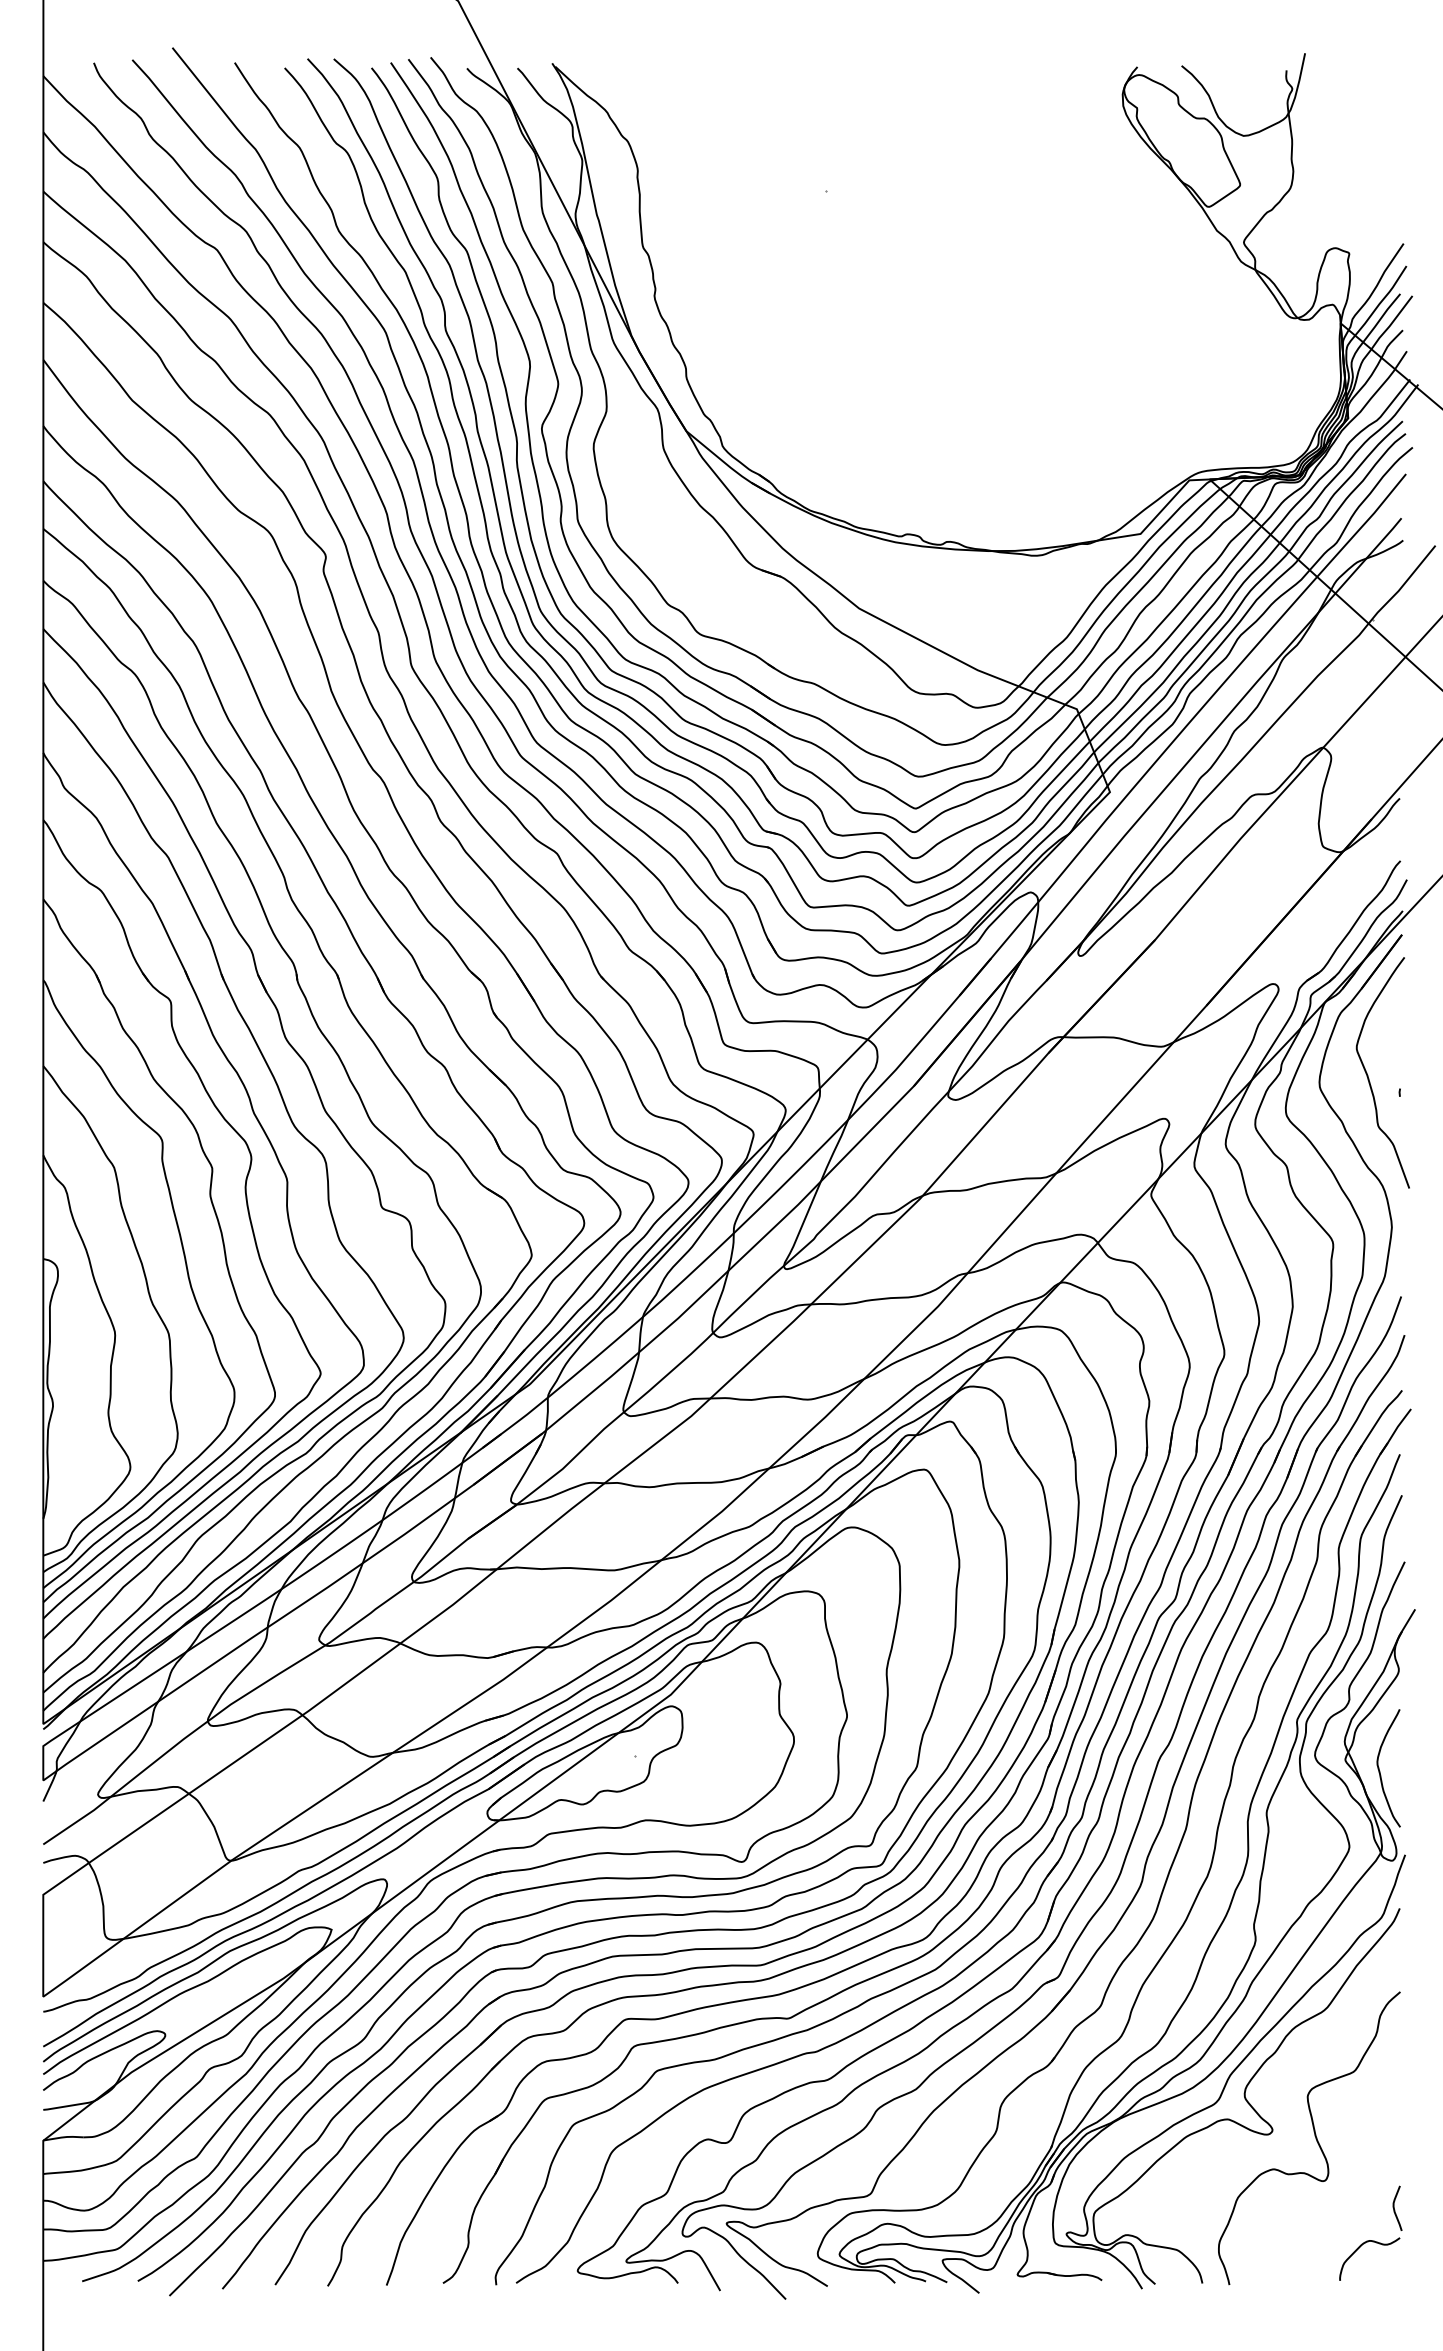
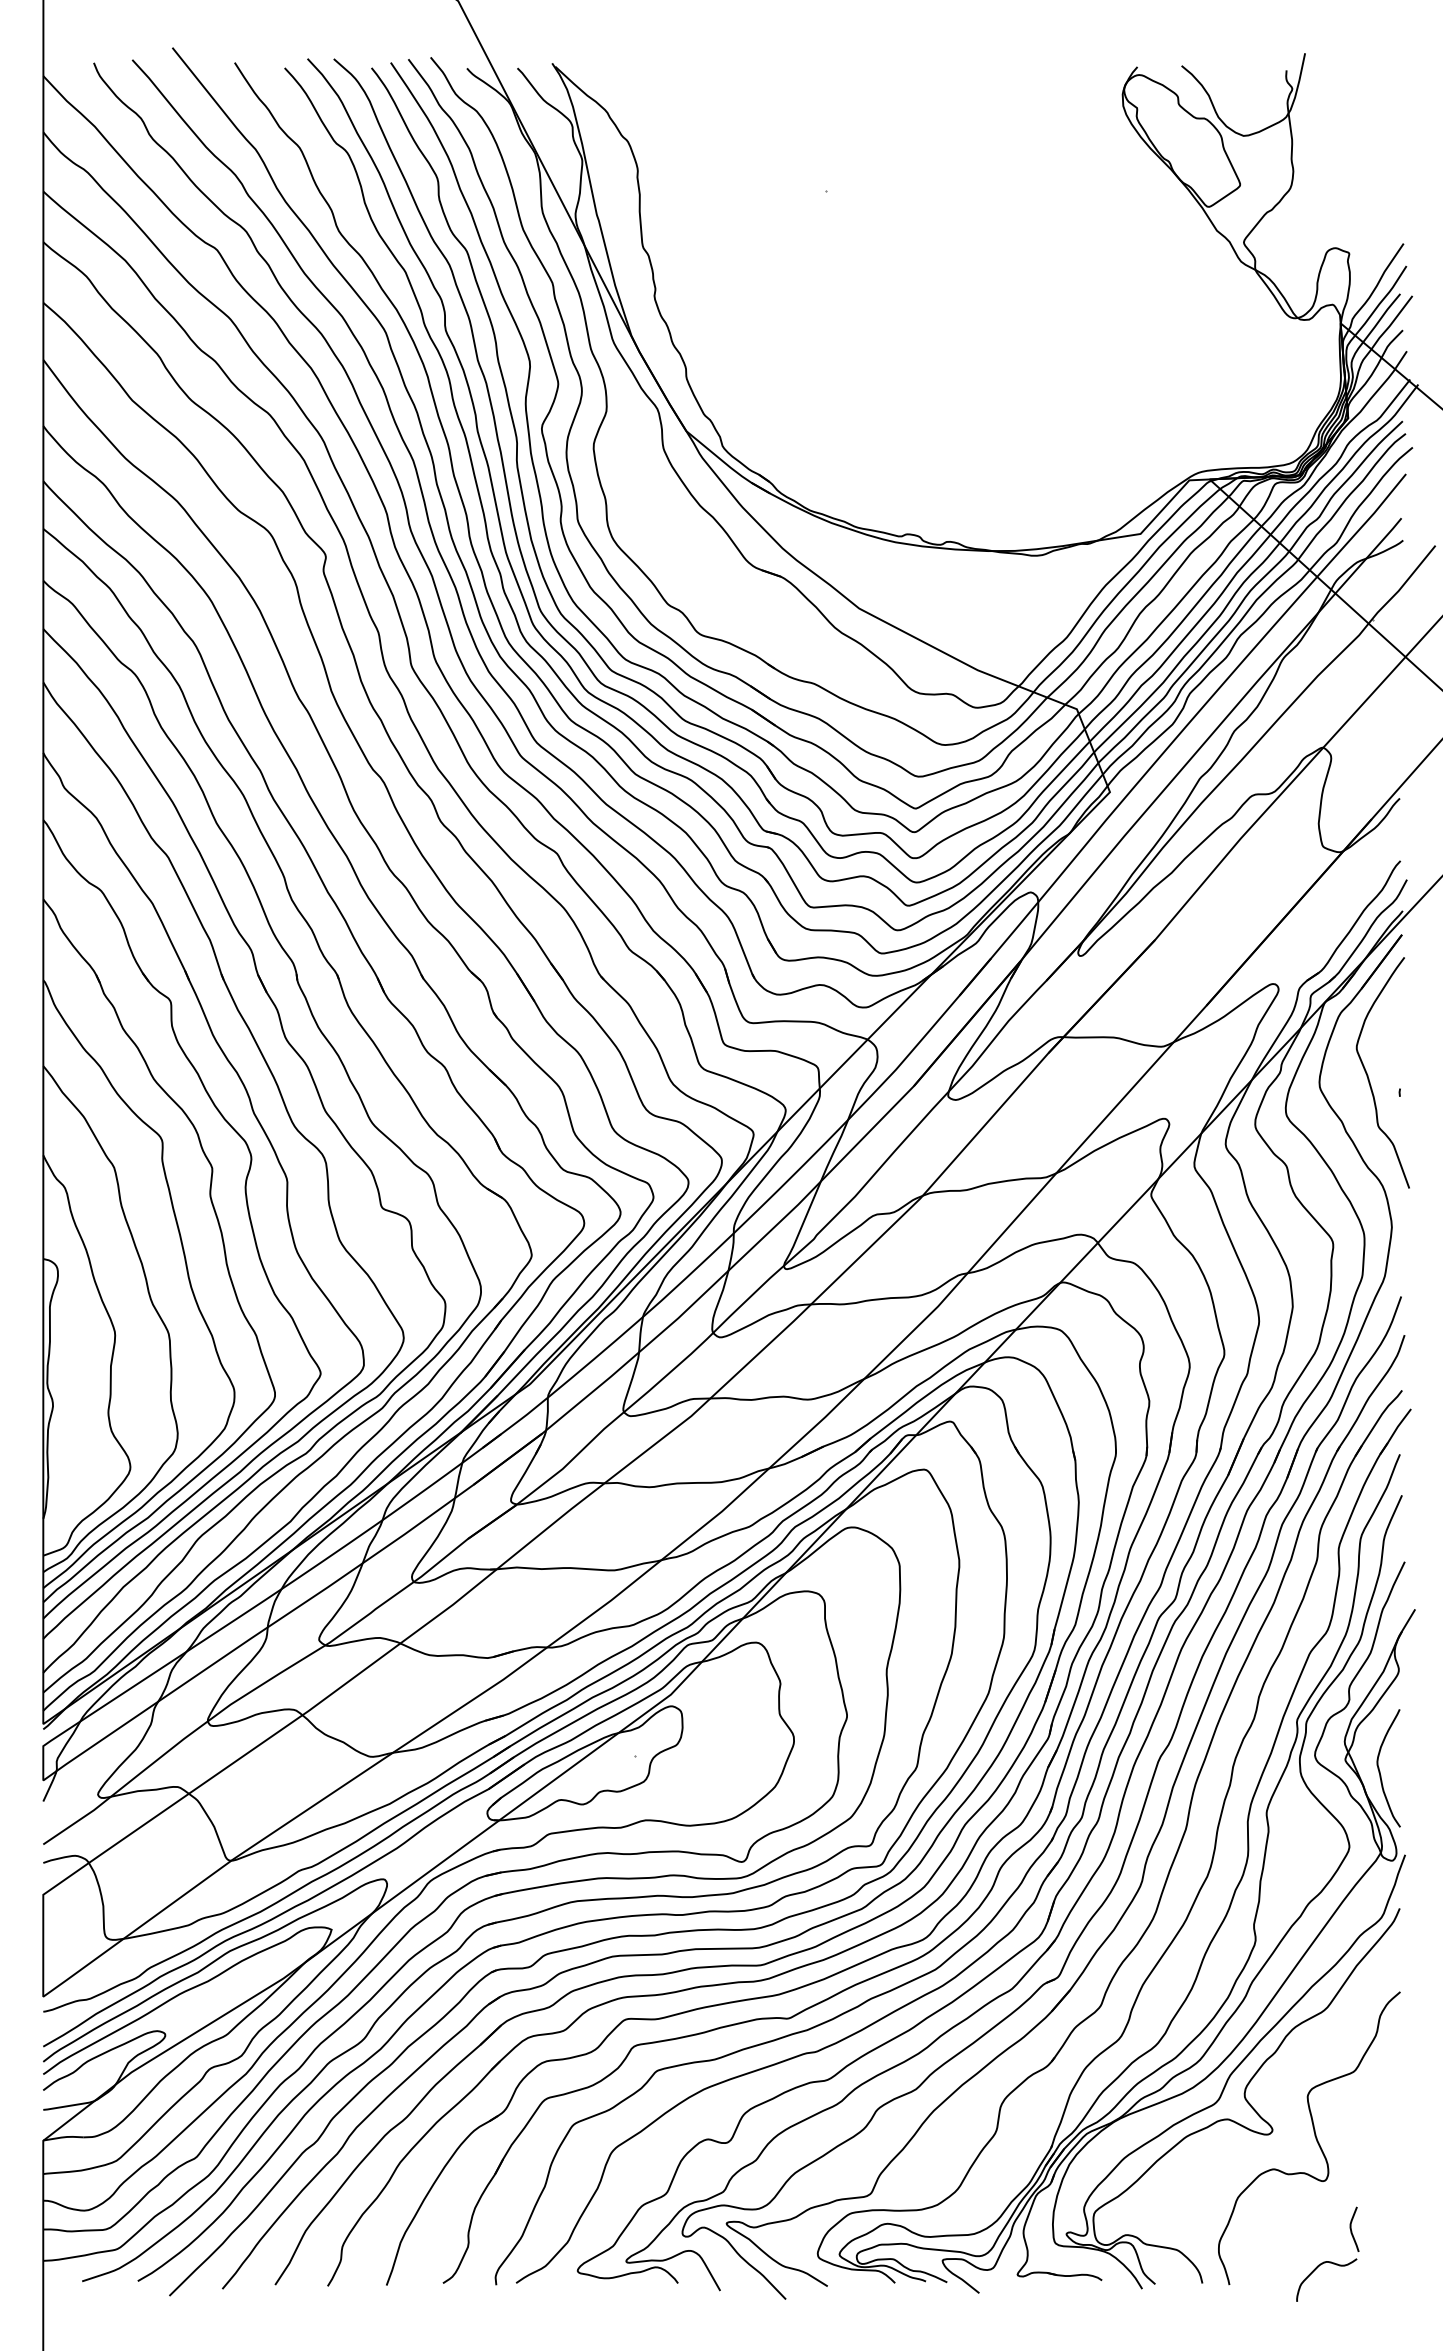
part at (1370, 2240) position: (1370, 2240) -> (1327, 2261)
